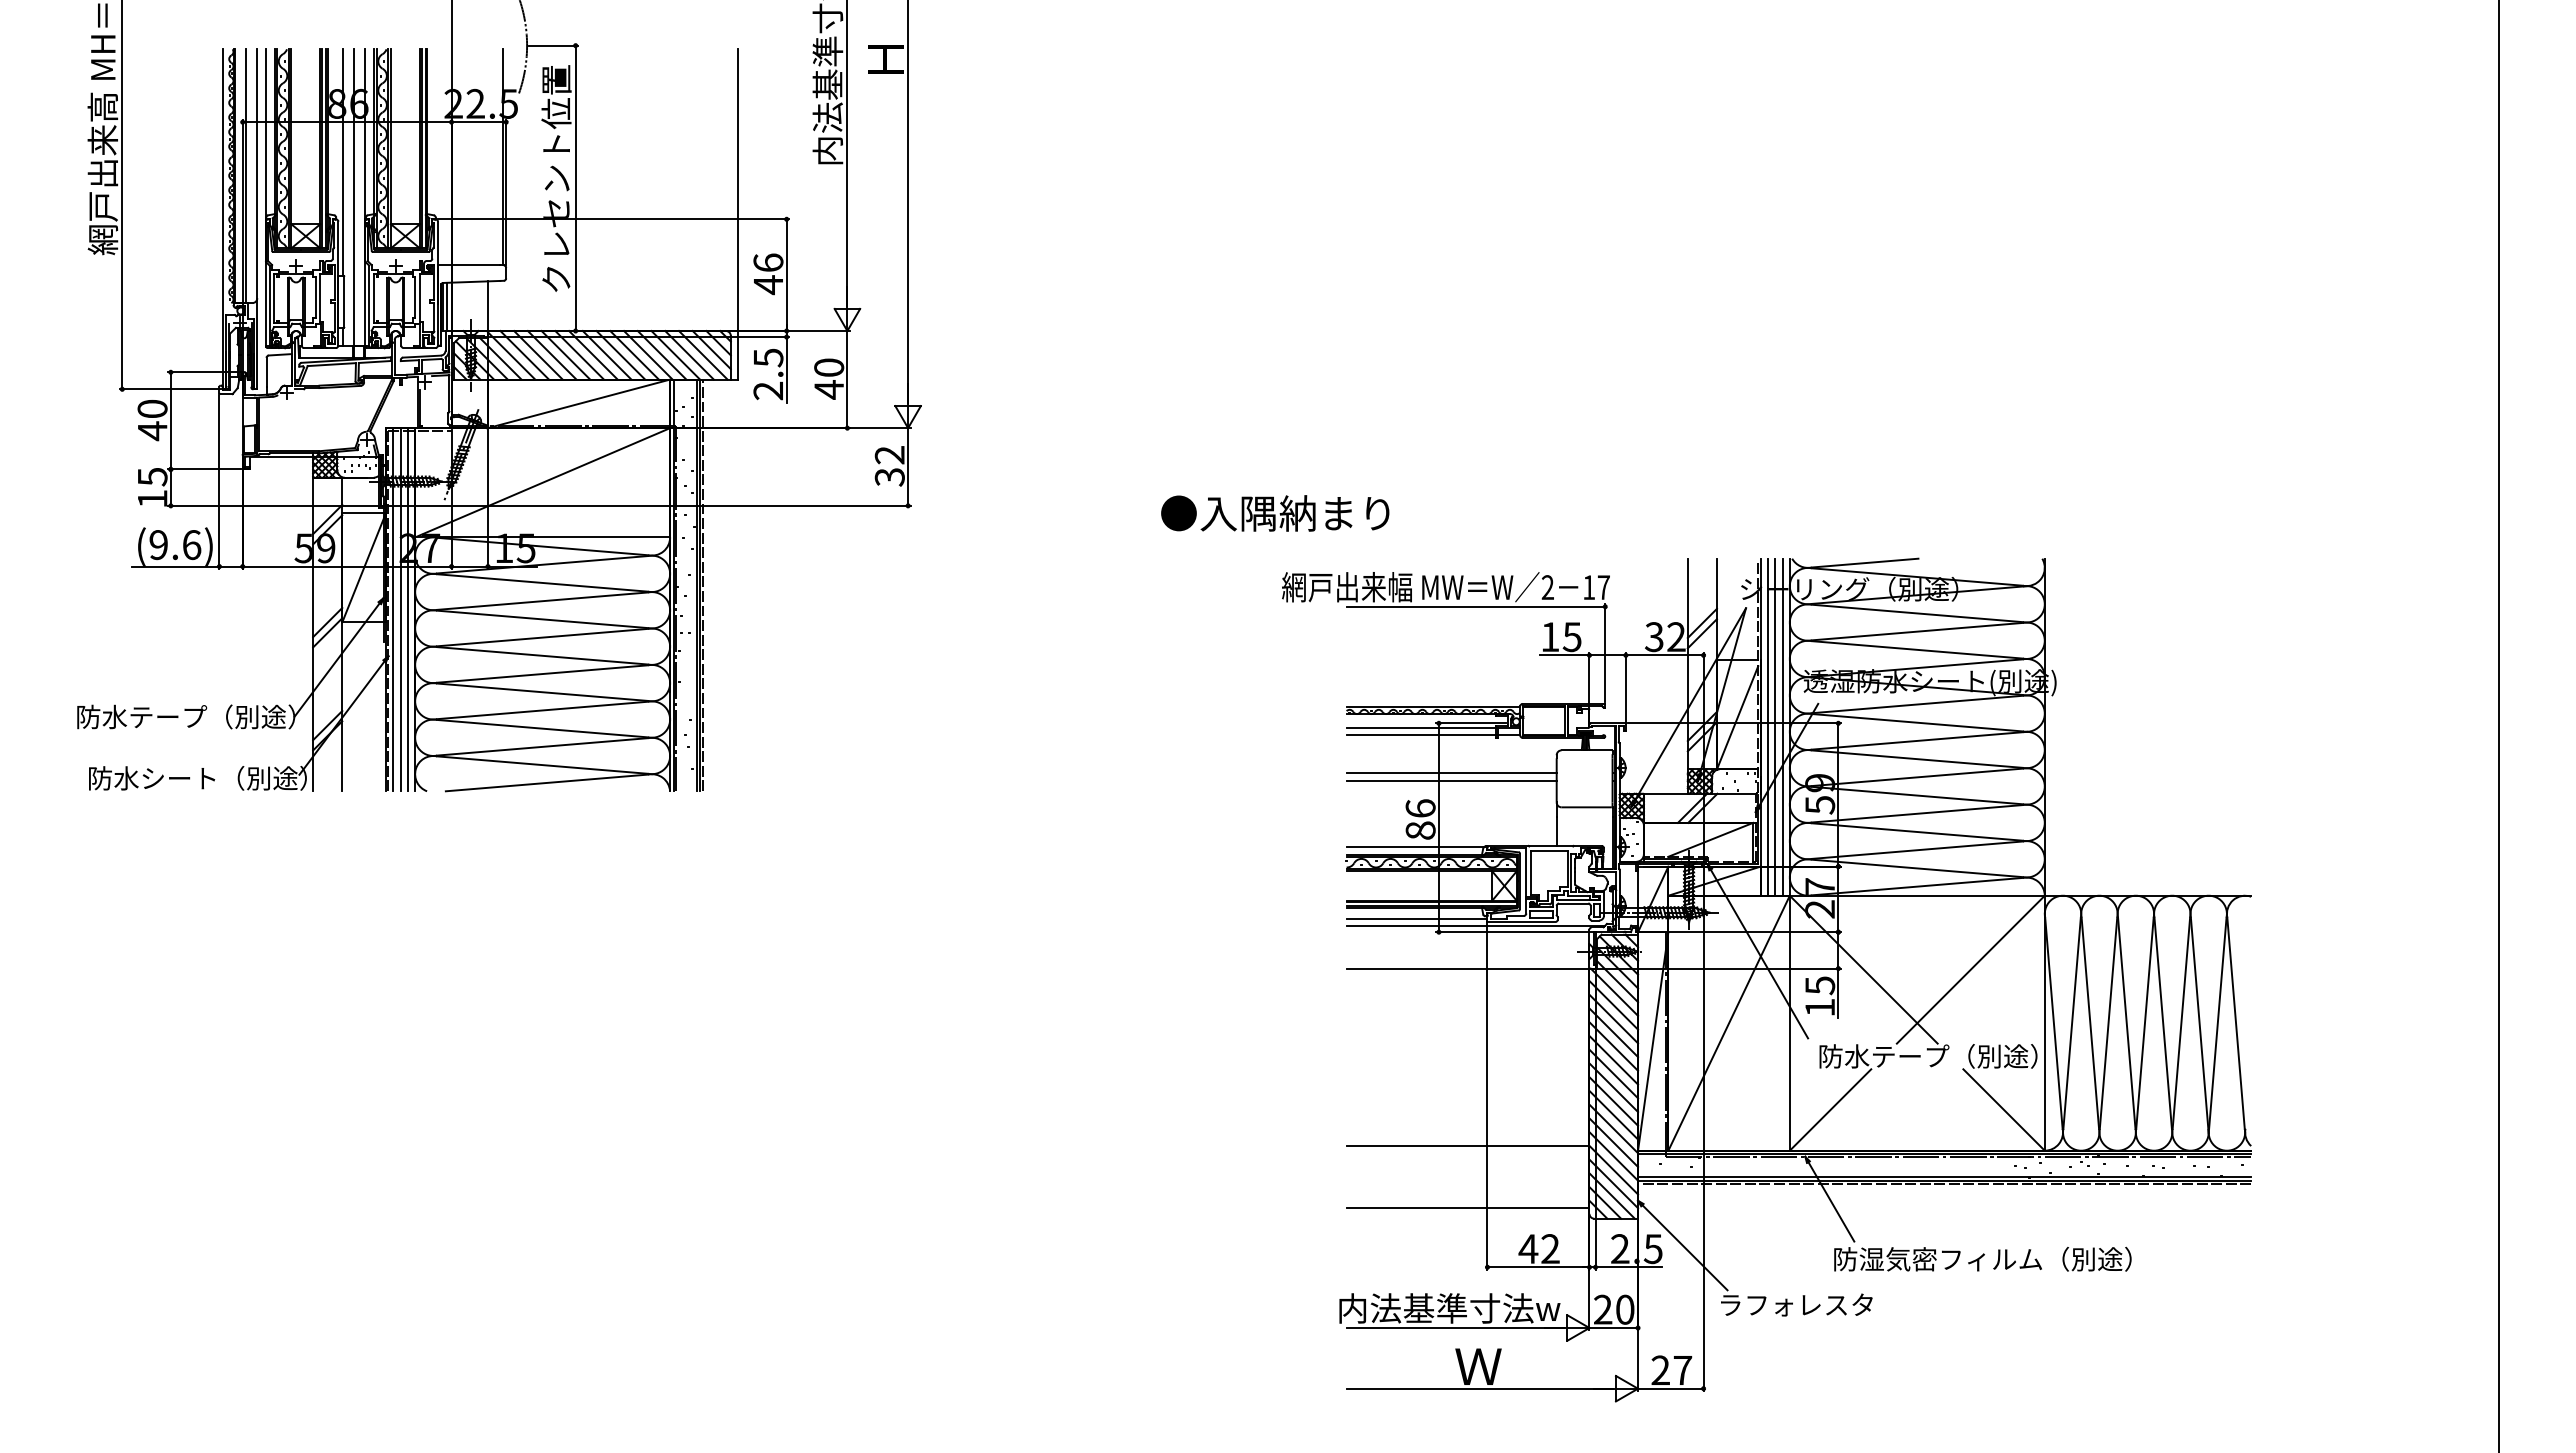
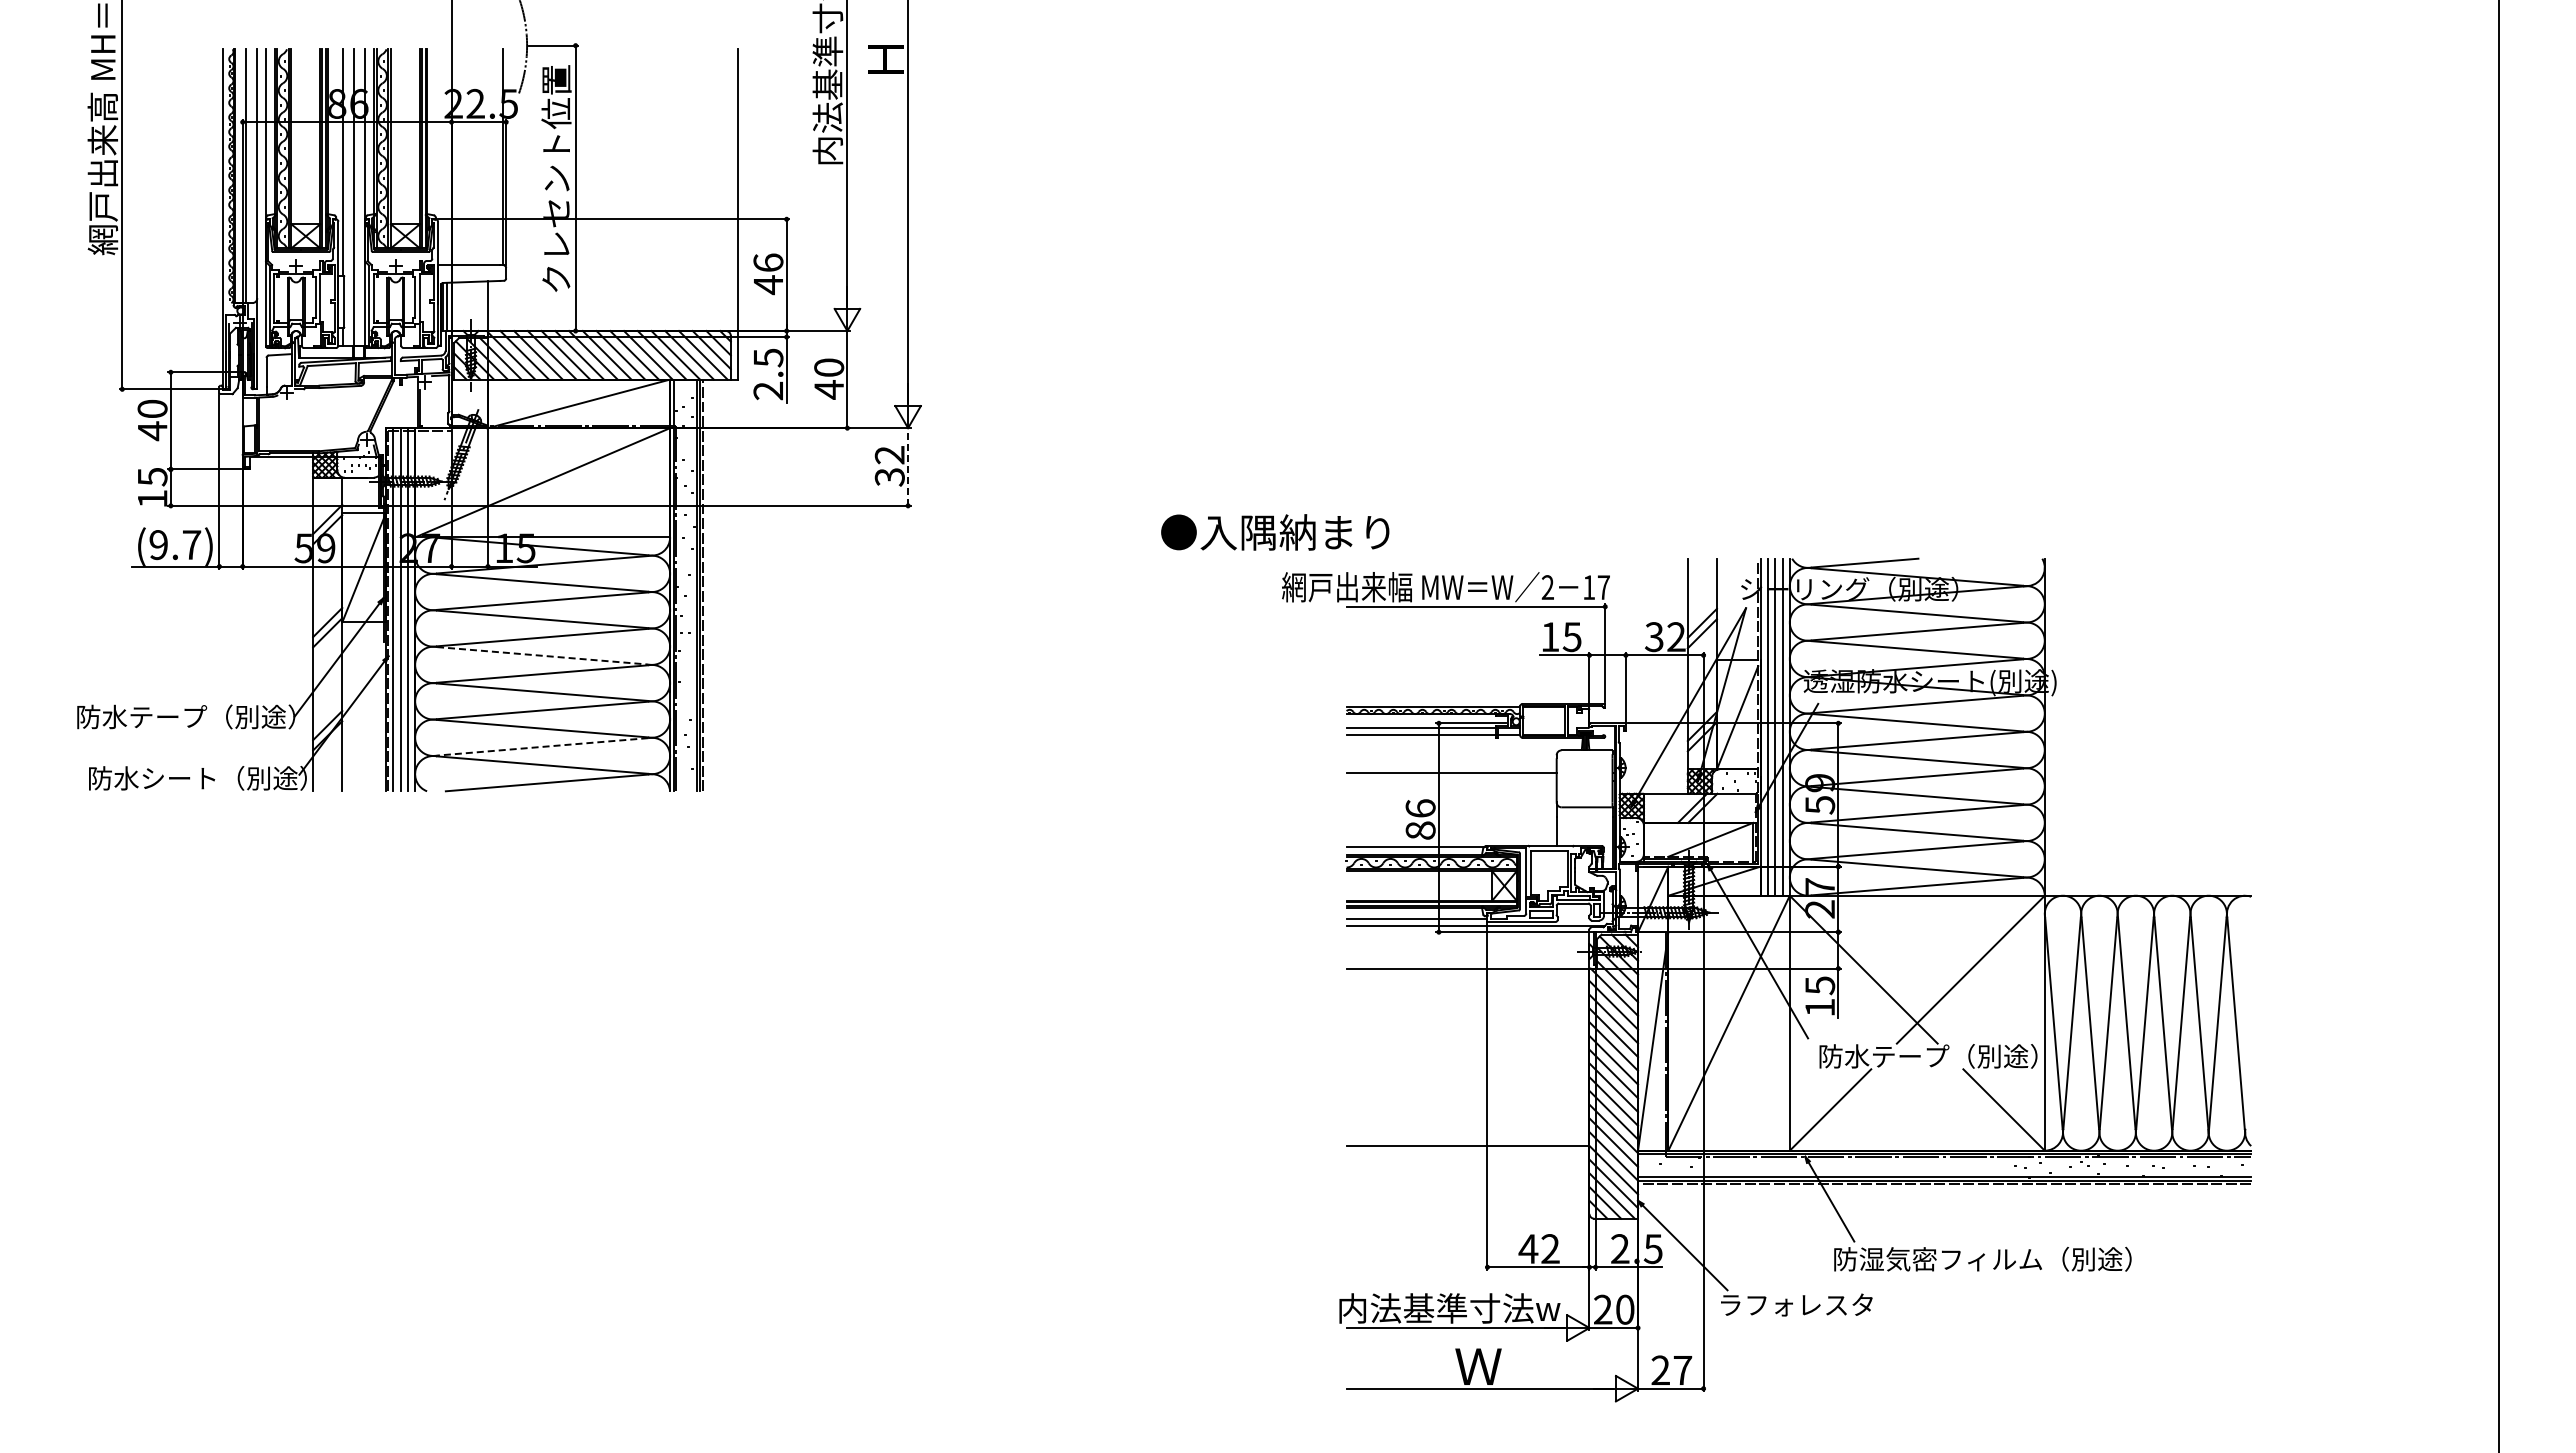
line at (908, 467): solid -> dashed
text at (1275, 513) position: (1275, 513) -> (1275, 532)
text at (192, 545): (9.6) -> (9.7)
line at (542, 655): solid -> dashed
line at (542, 746): solid -> dashed
line at (1451, 780): present -> none
line at (1467, 1207): present -> none
